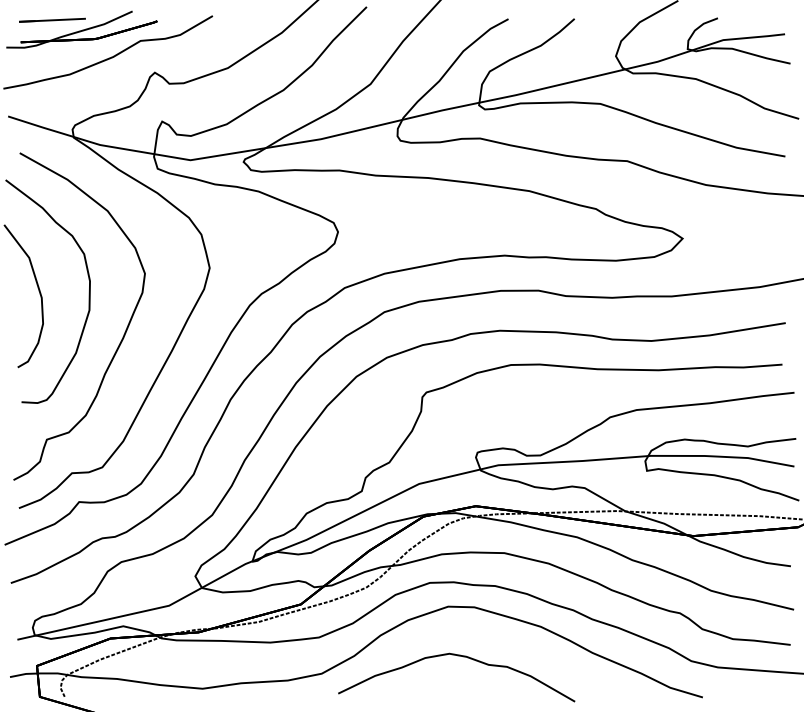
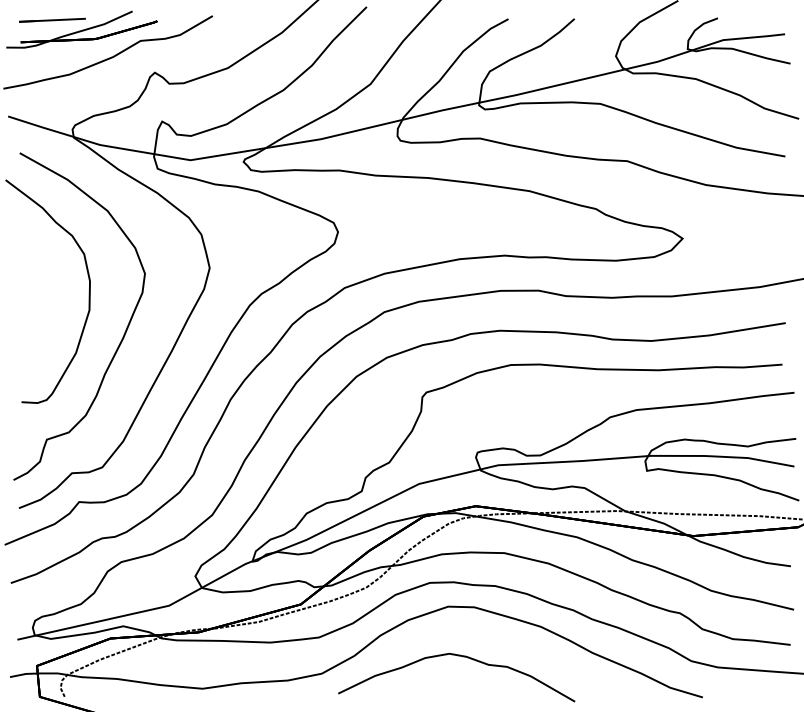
curve at (38, 291): present -> none
